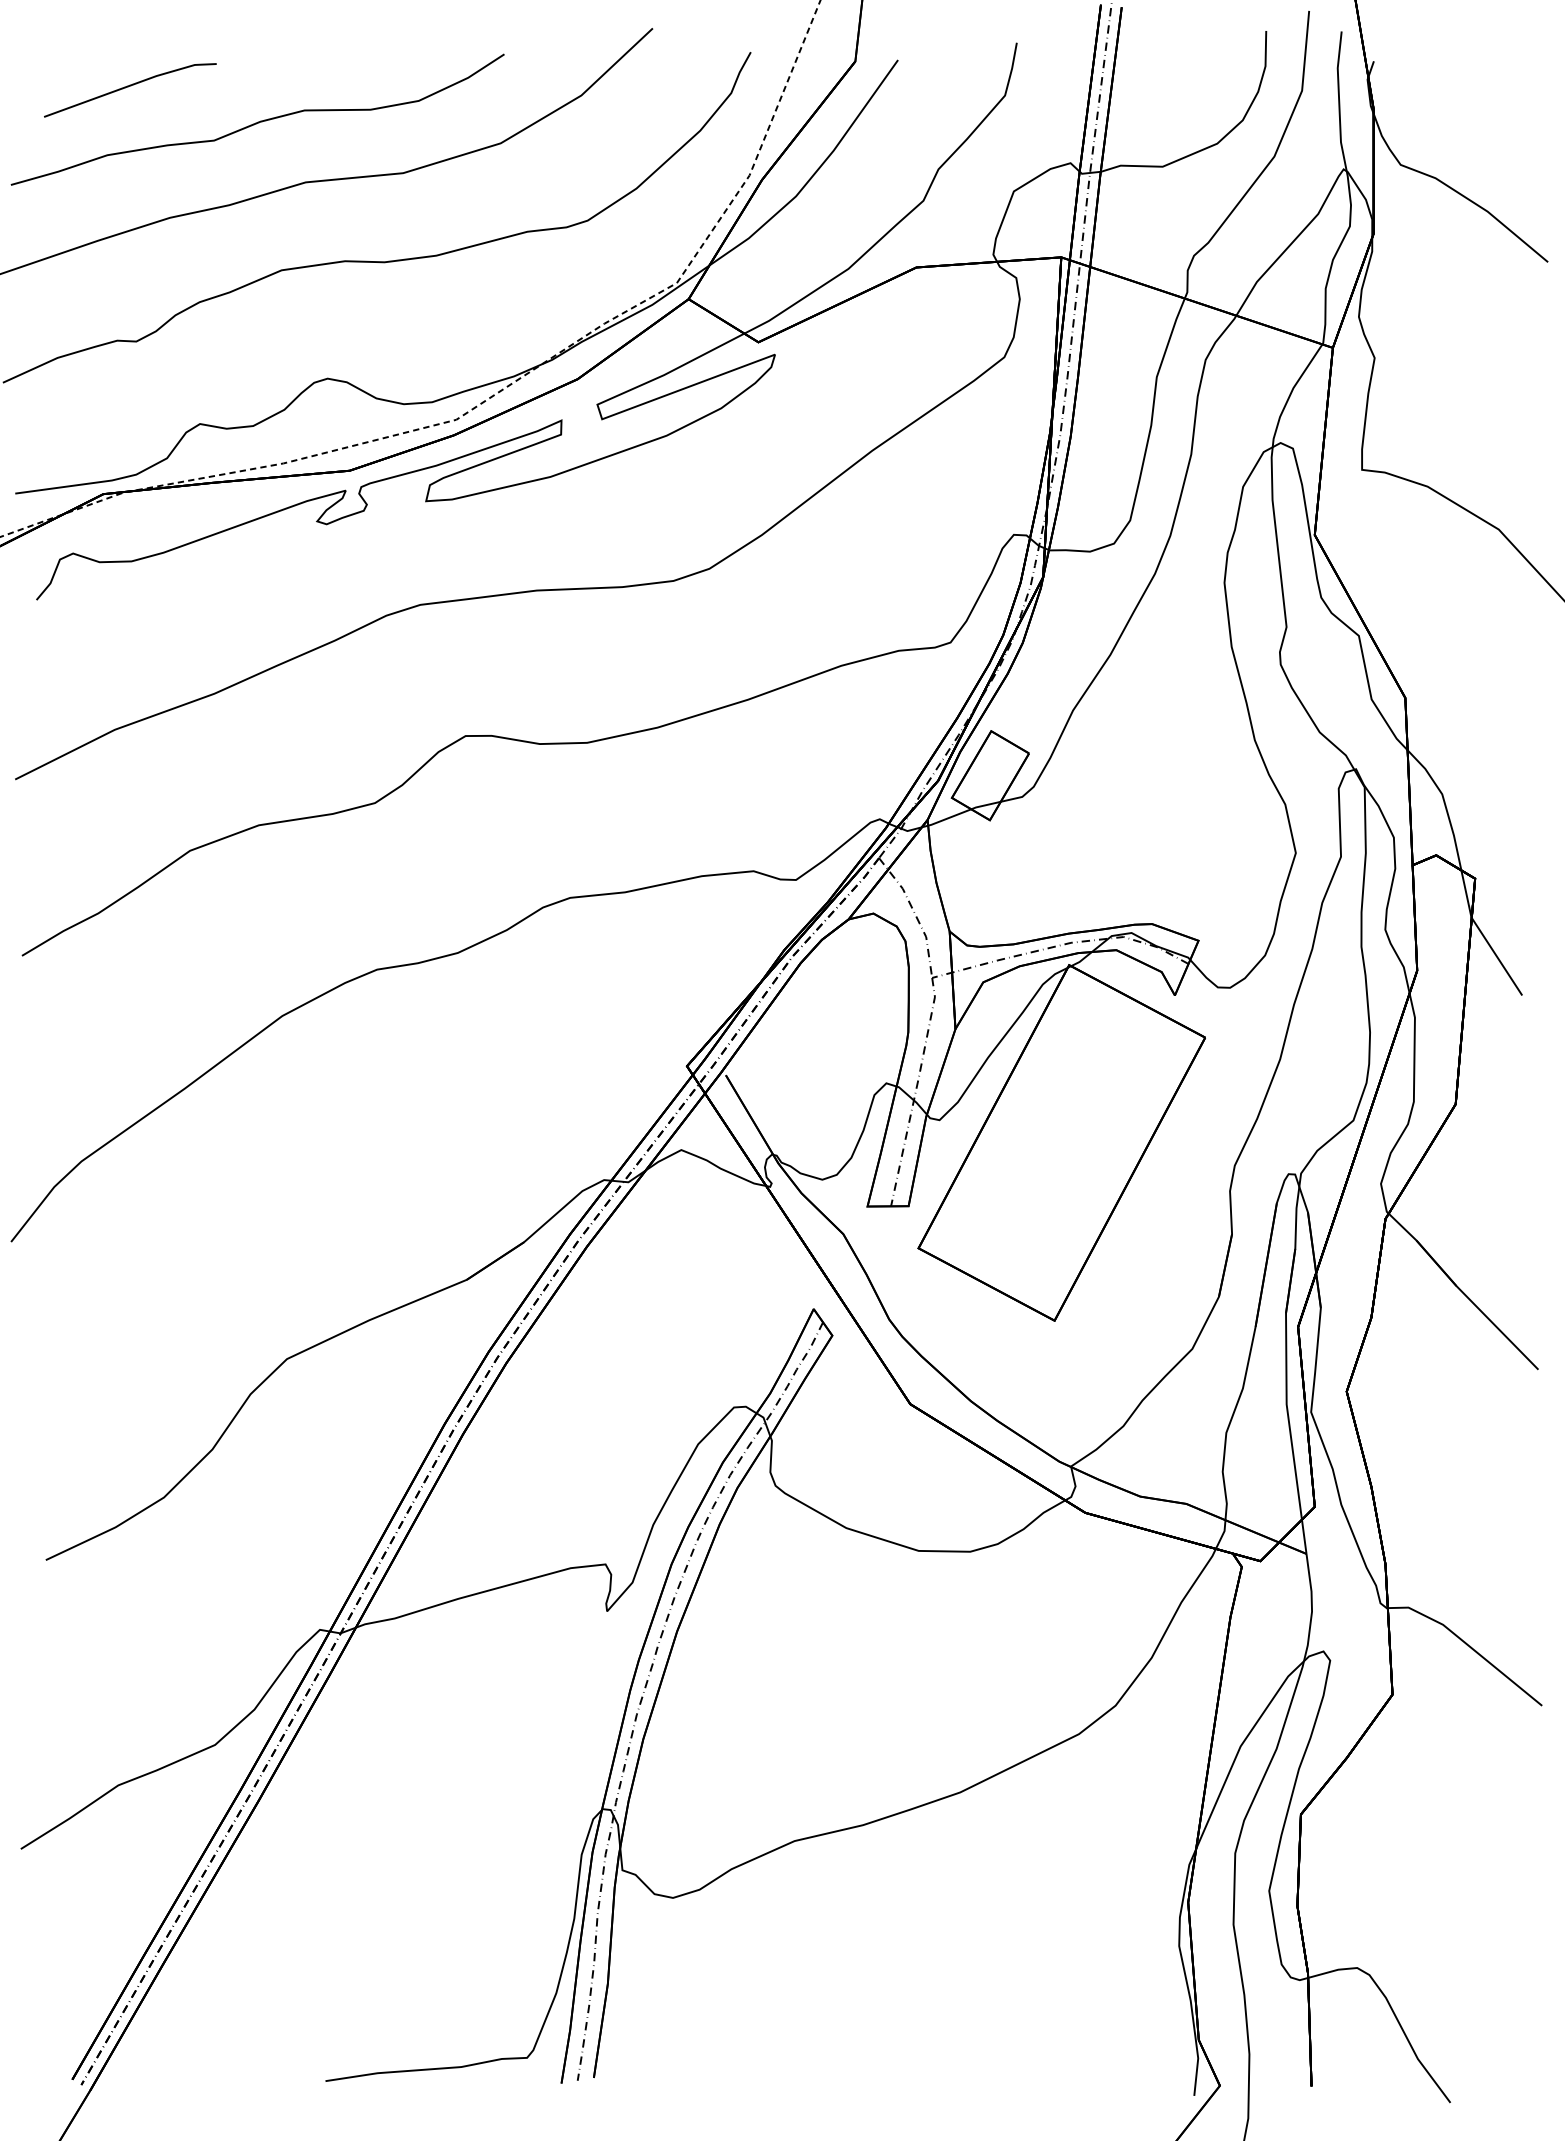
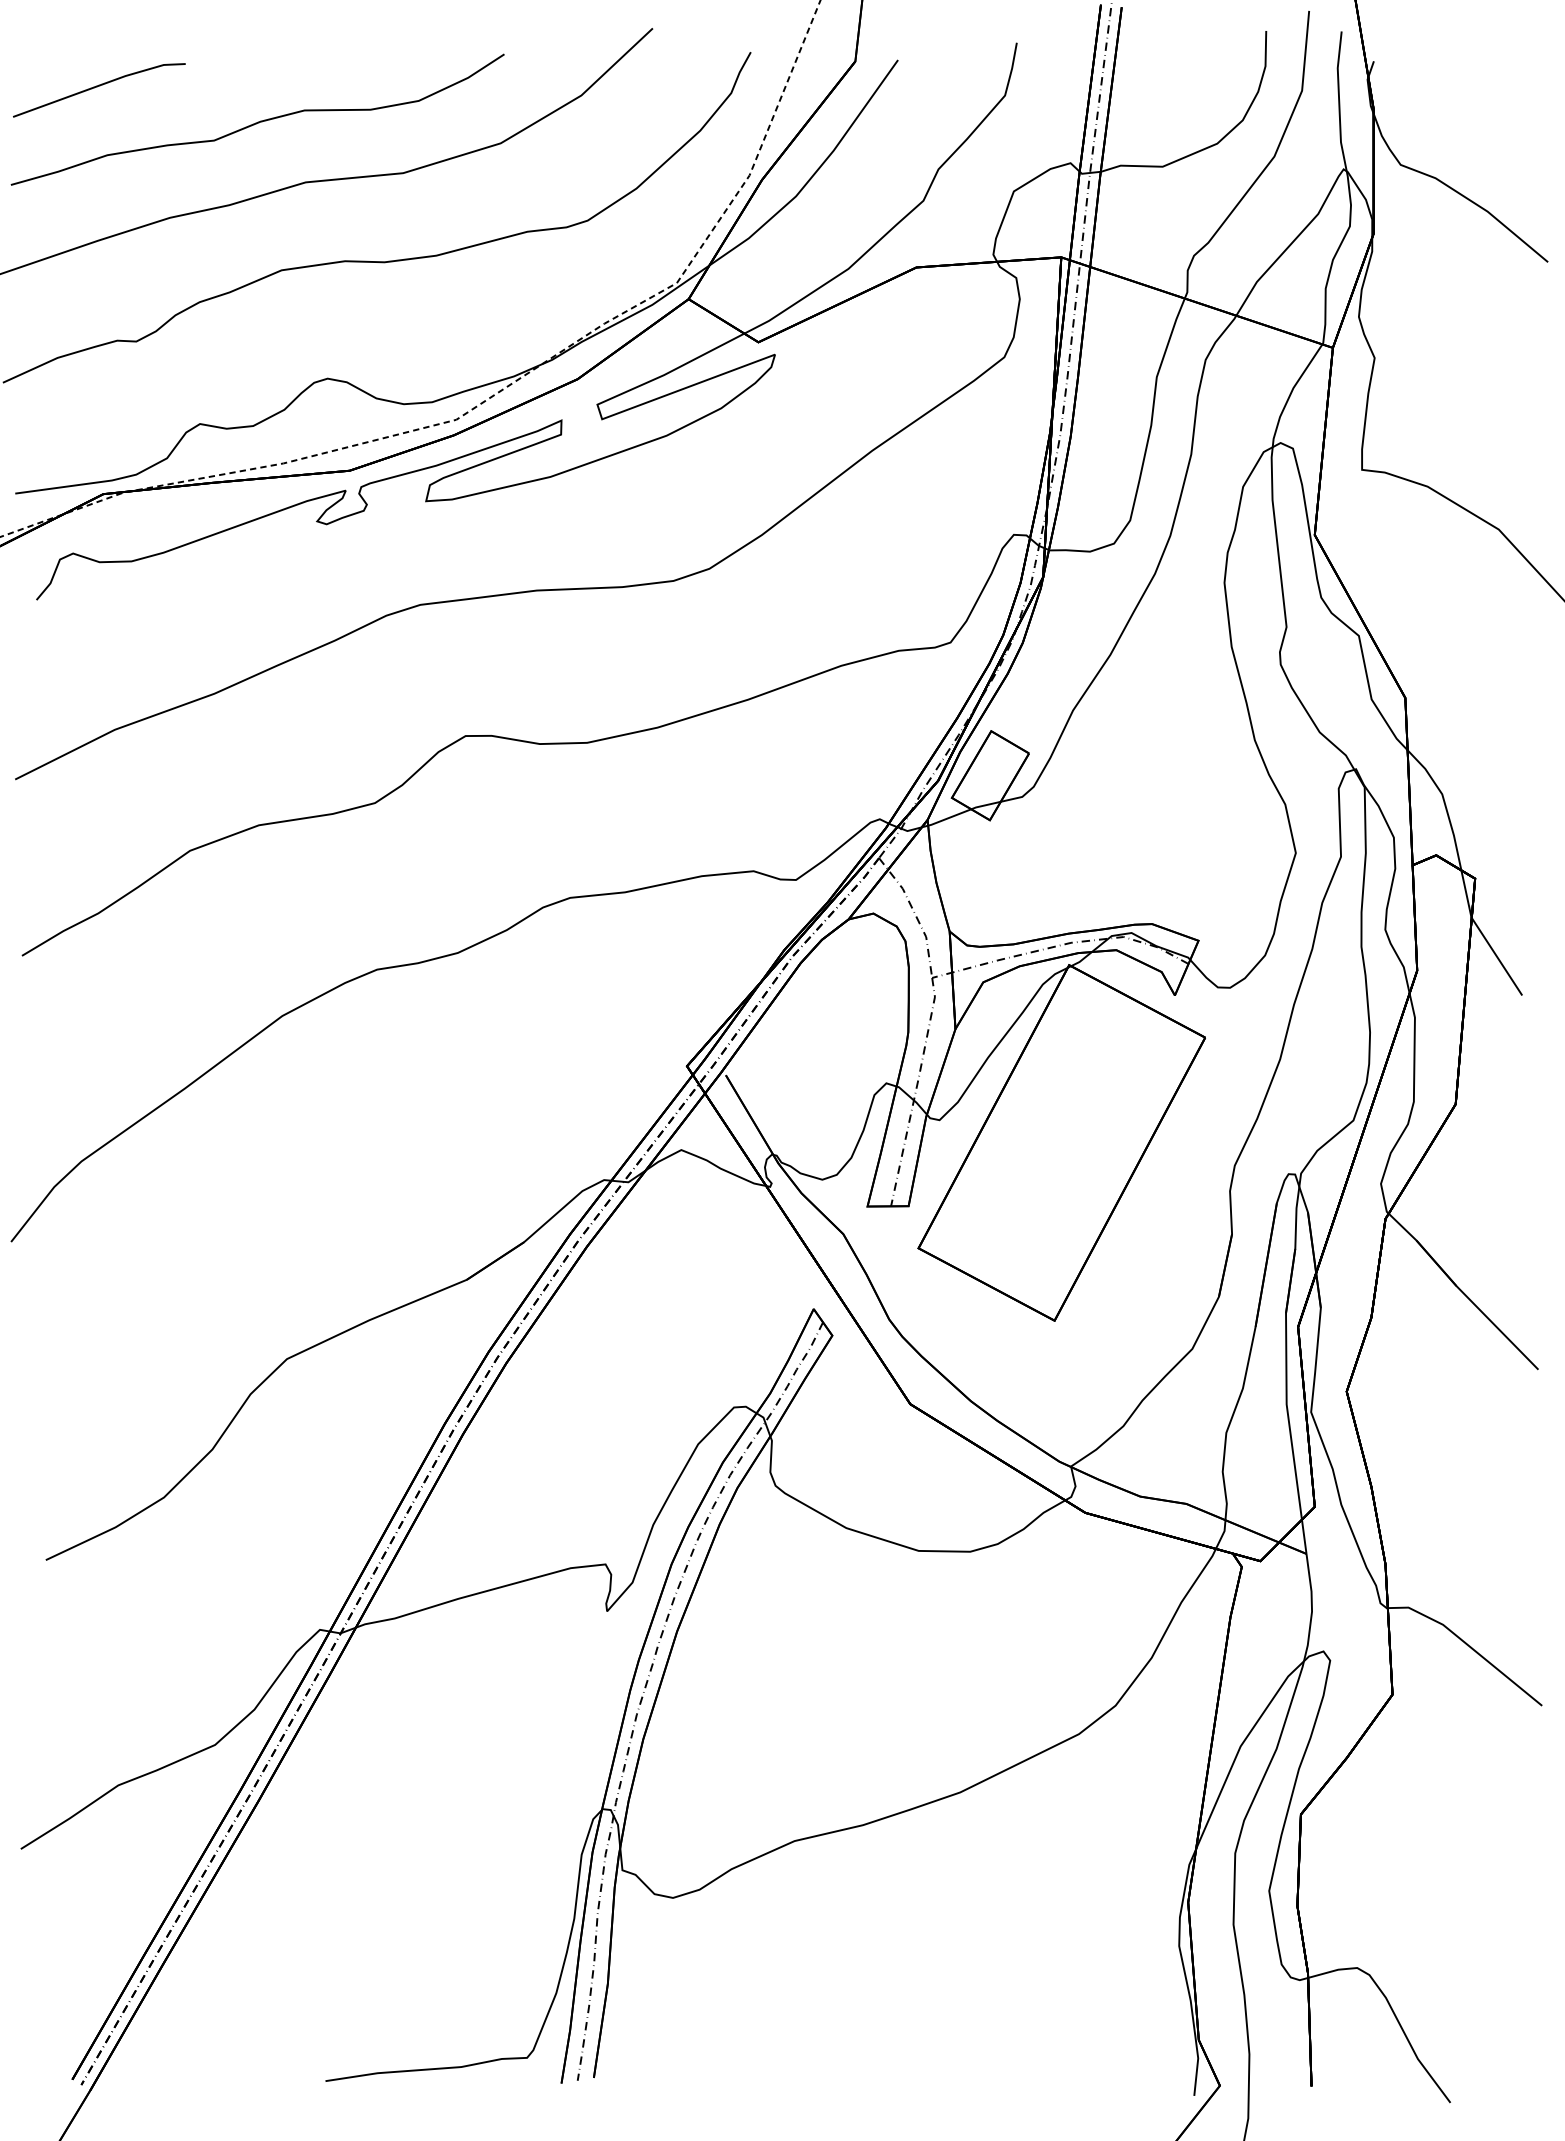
line at (128, 87) position: (128, 87) -> (97, 87)
